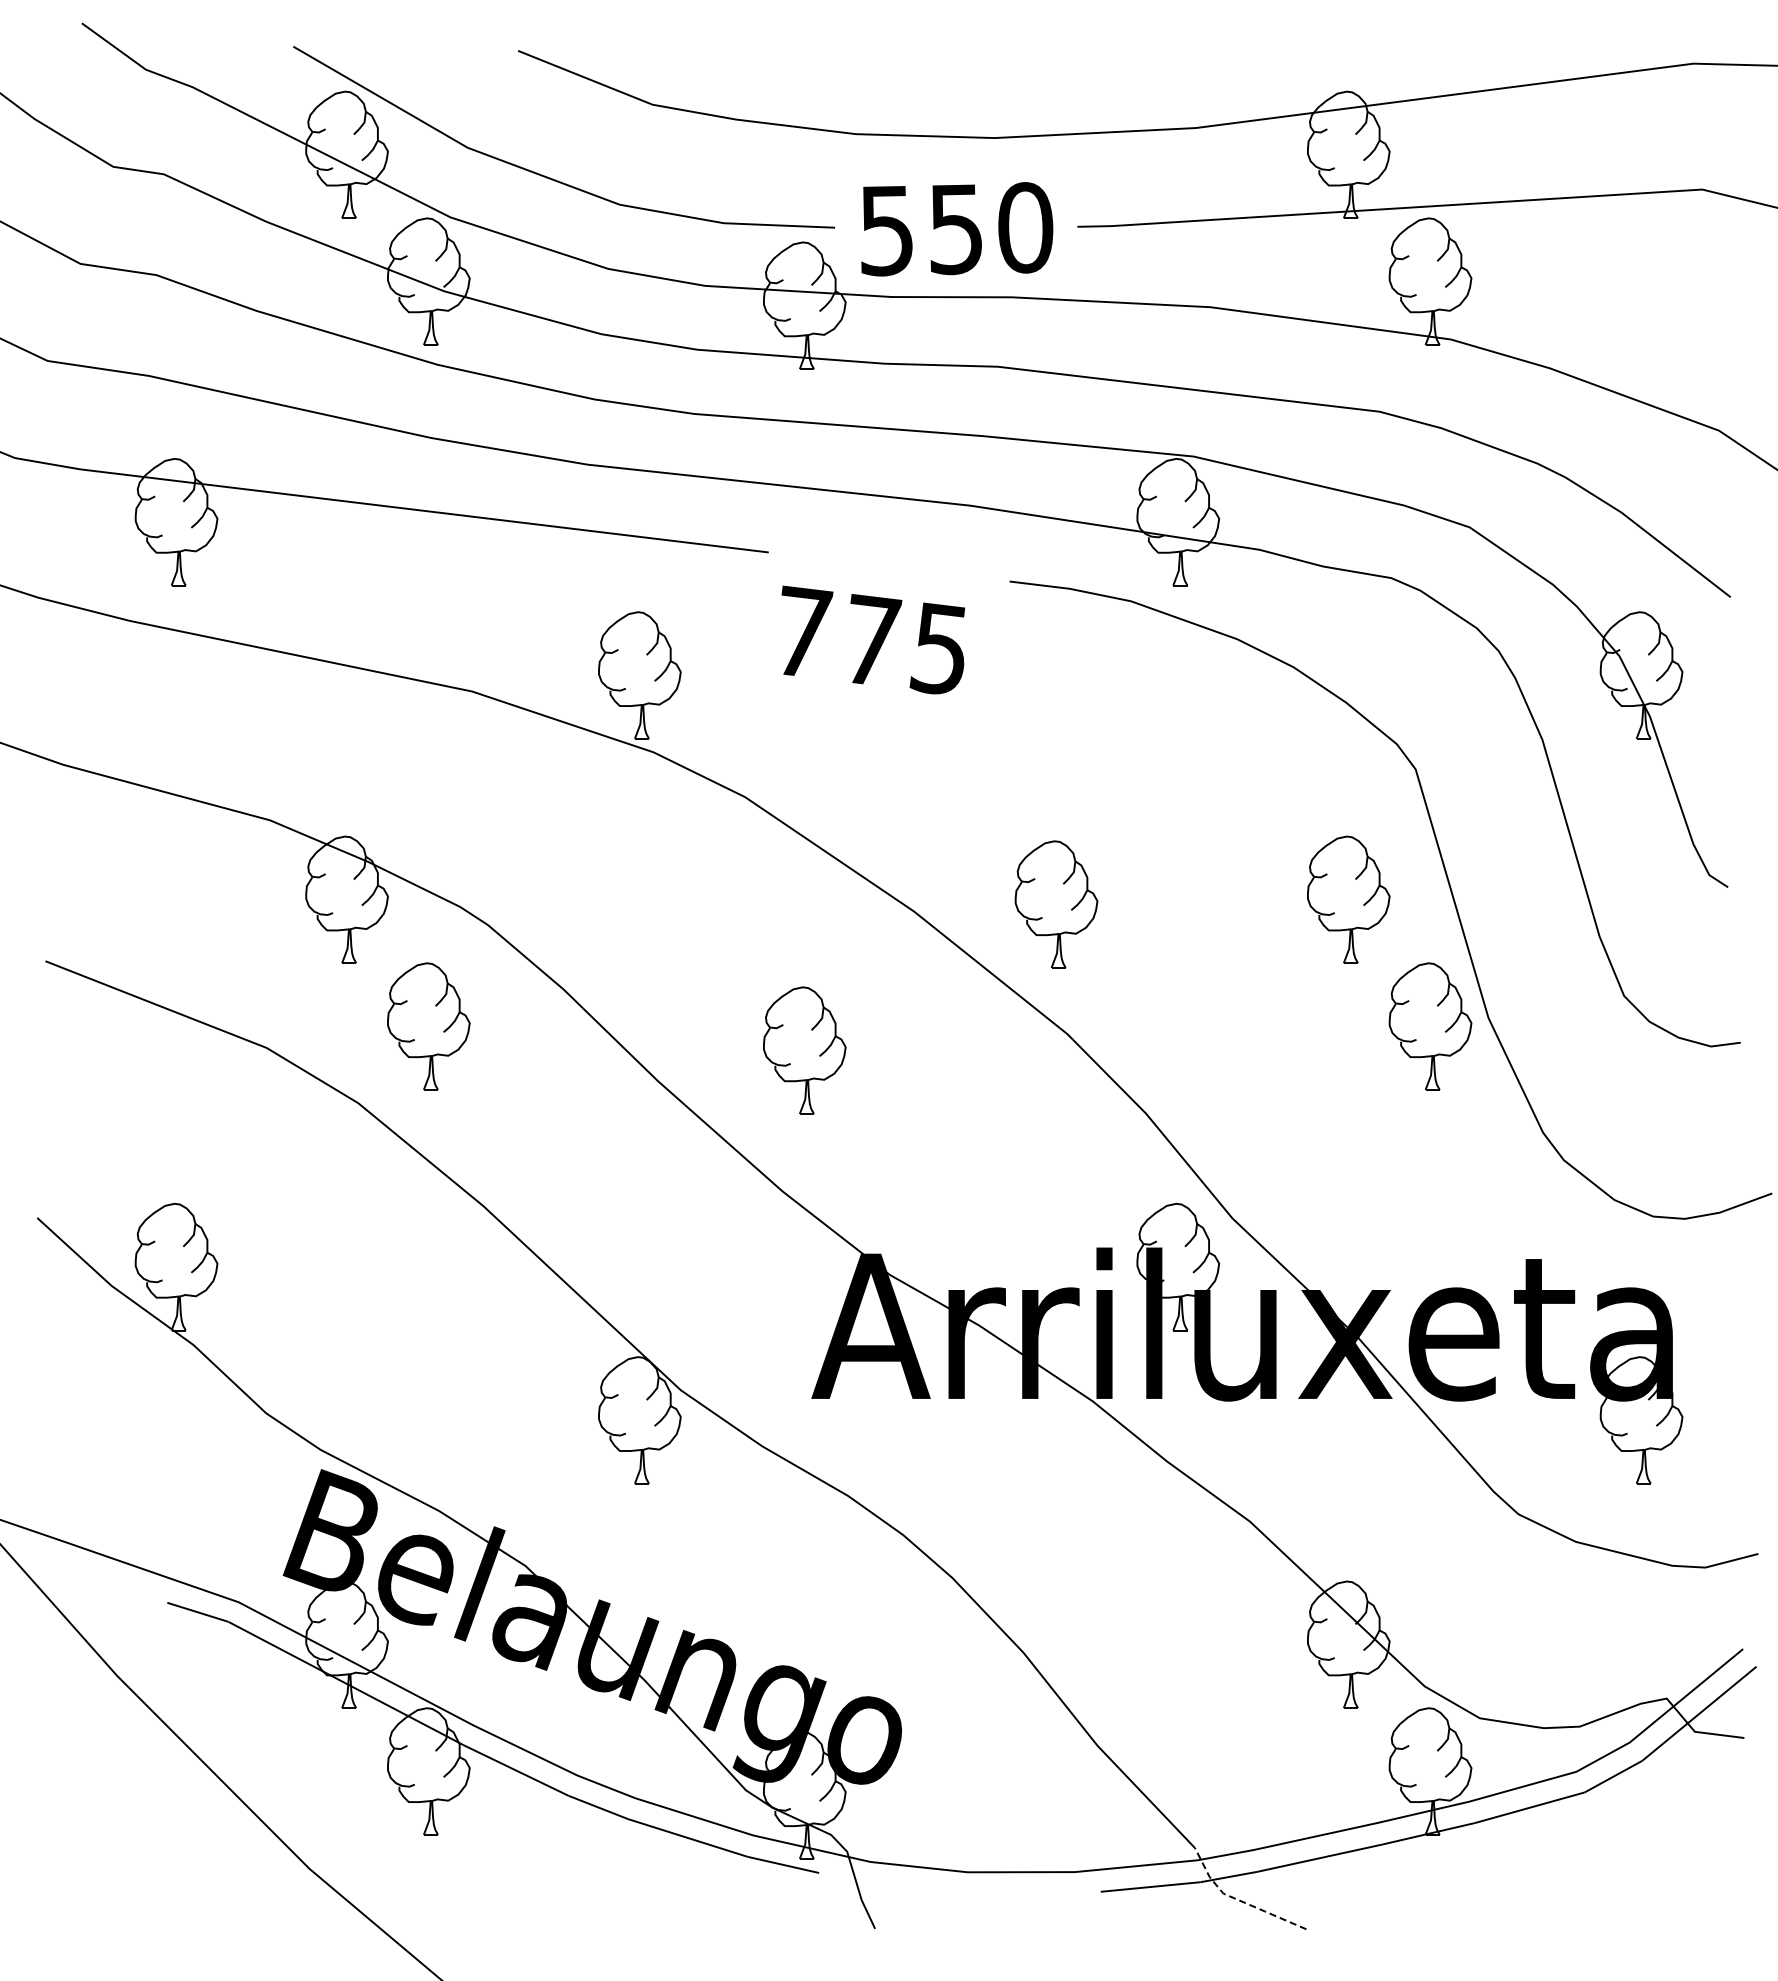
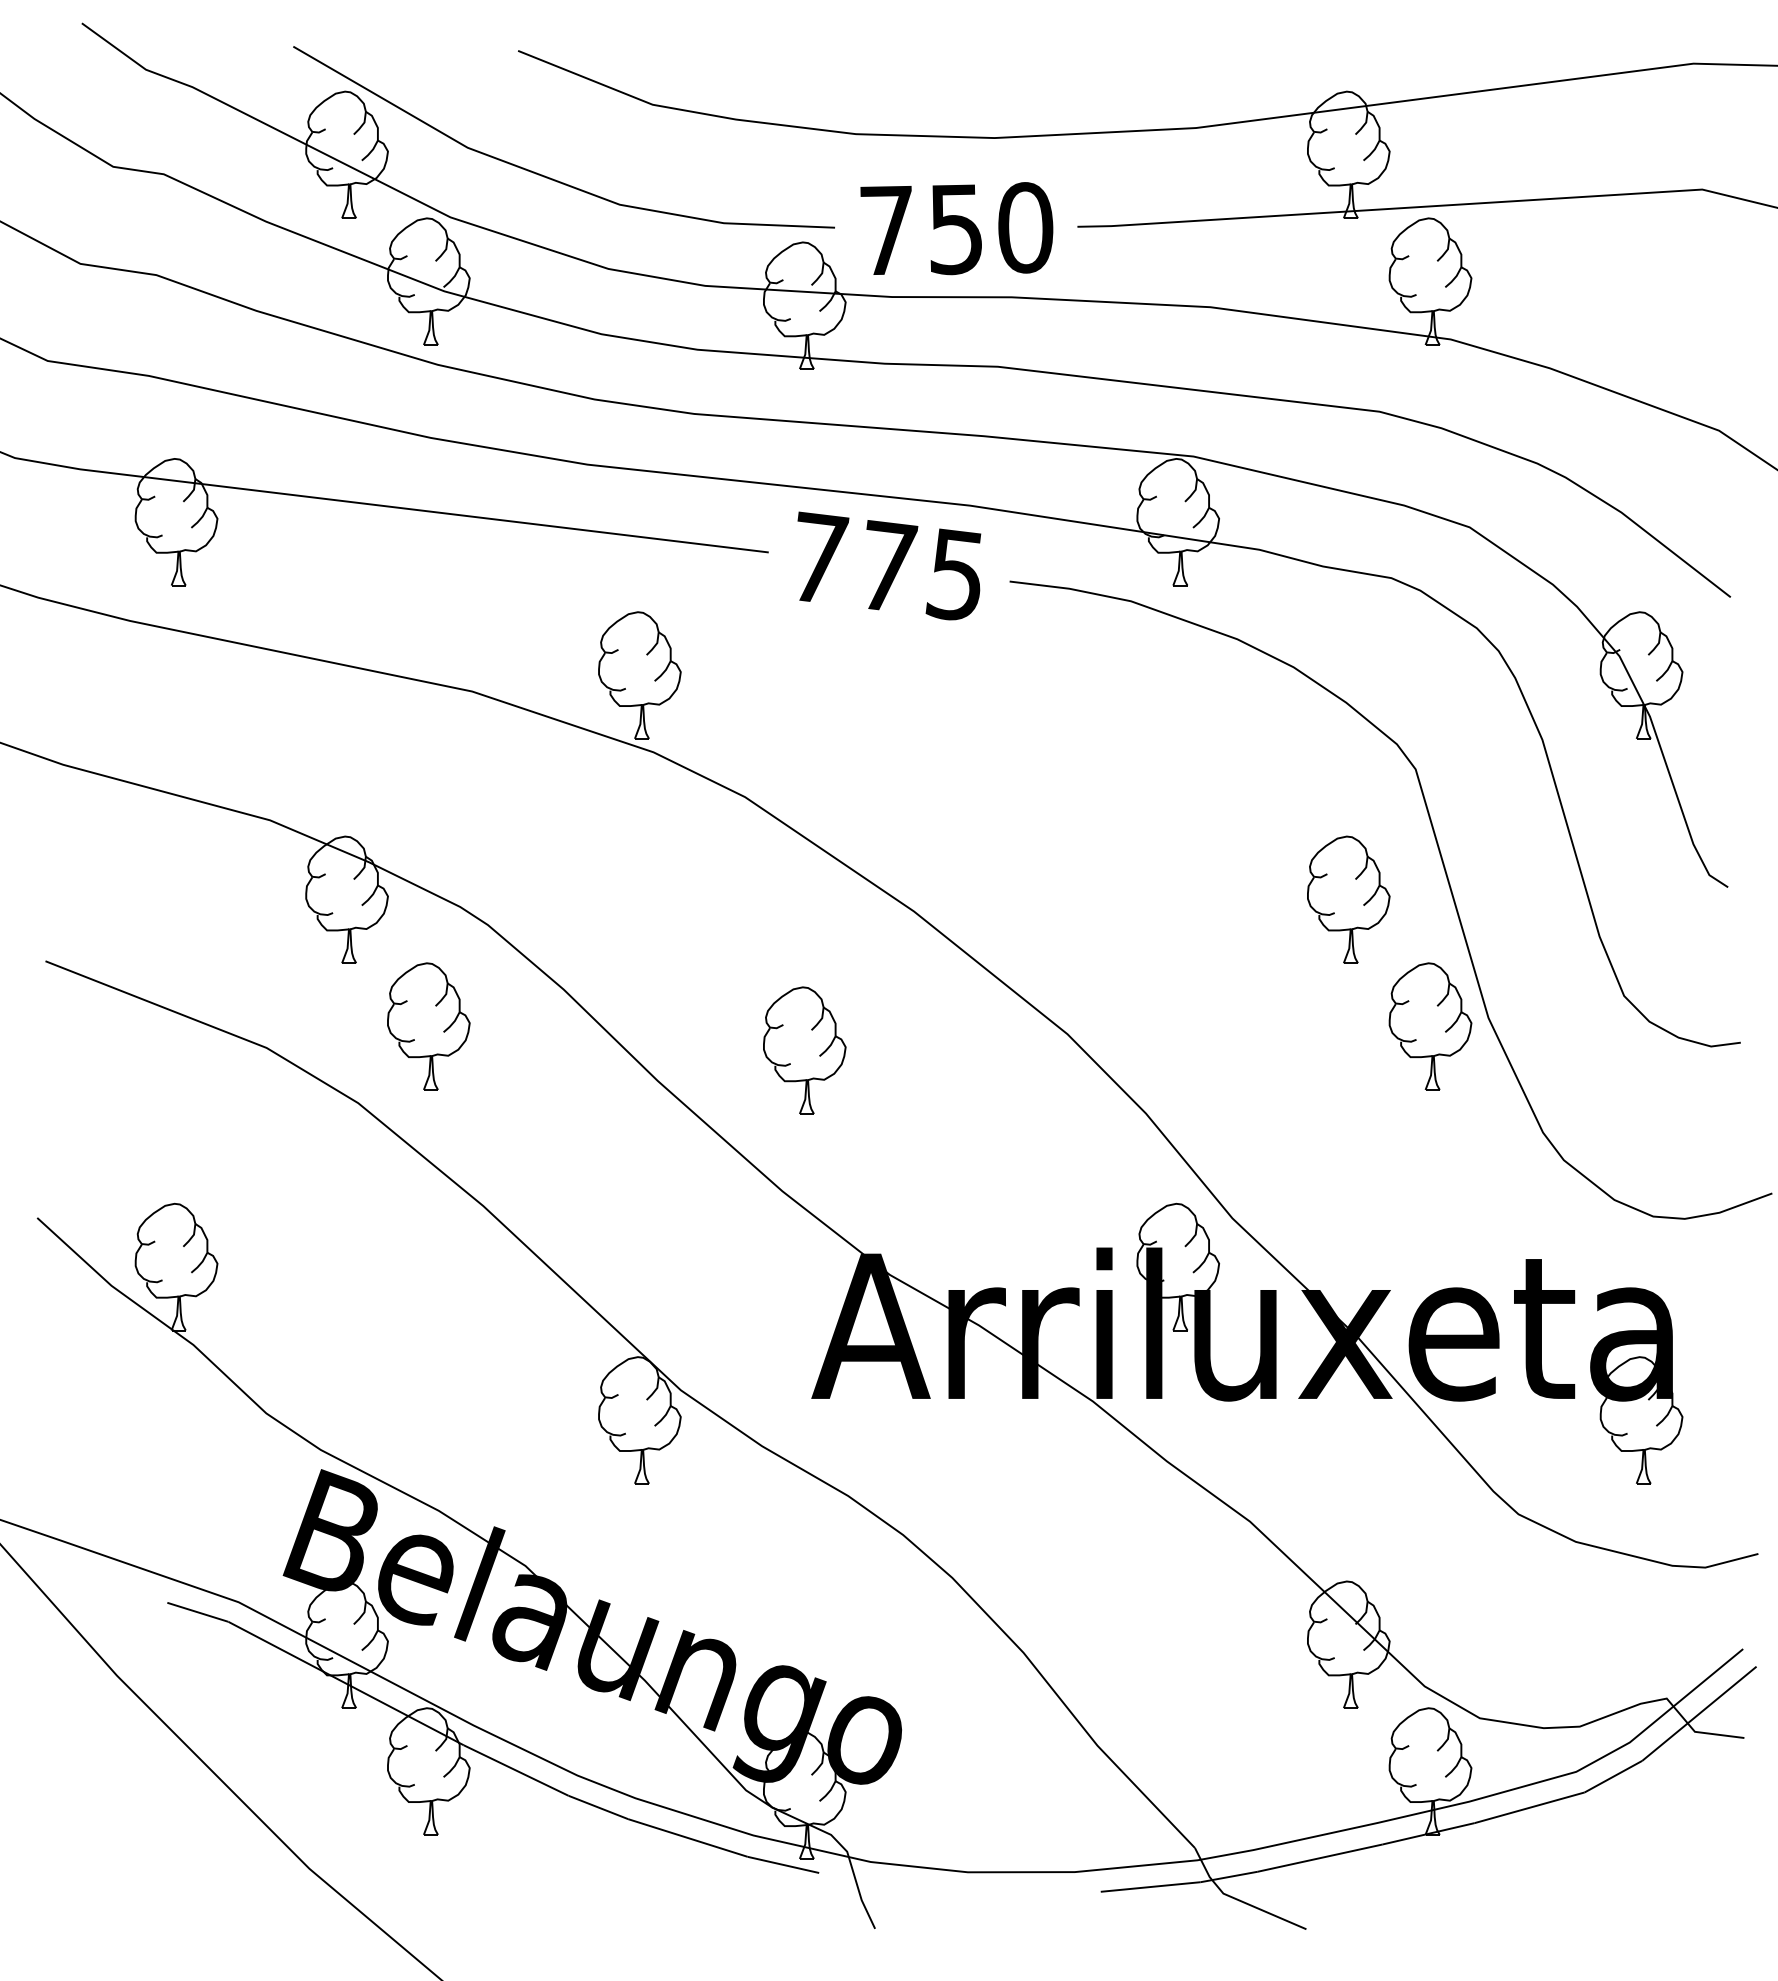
text at (886, 231): 550 -> 750
text at (873, 639) position: (873, 639) -> (889, 565)
part at (1056, 904): present -> none
line at (1238, 1900): dashed -> solid
